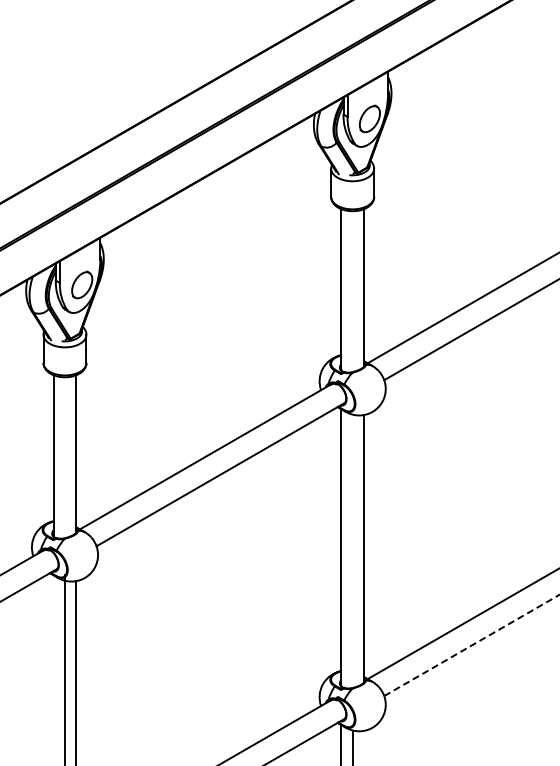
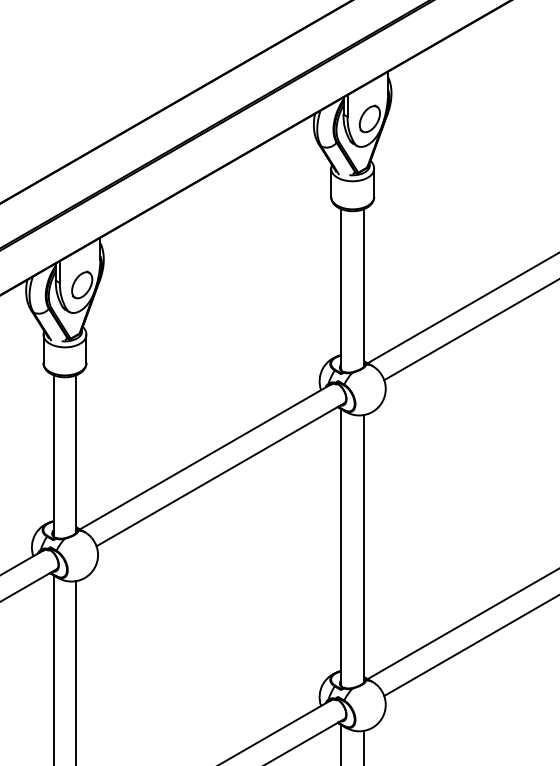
line at (471, 645): dashed -> solid
line at (64, 668) position: (64, 668) -> (53, 668)
line at (353, 746) position: (353, 746) -> (364, 746)
